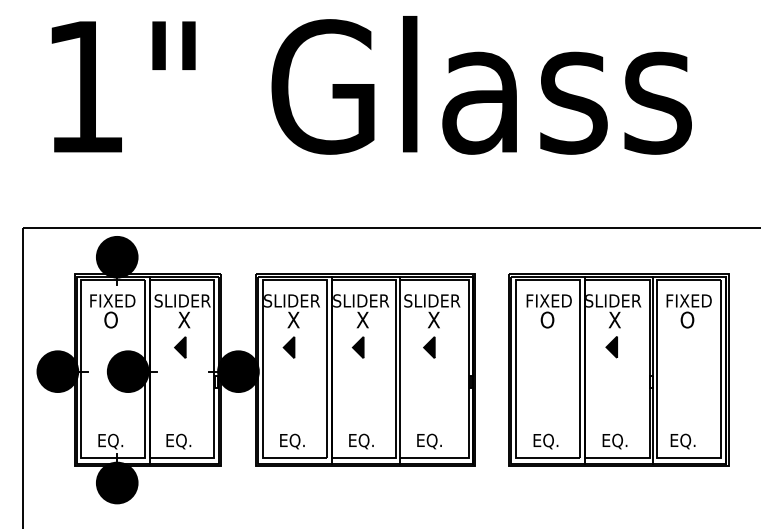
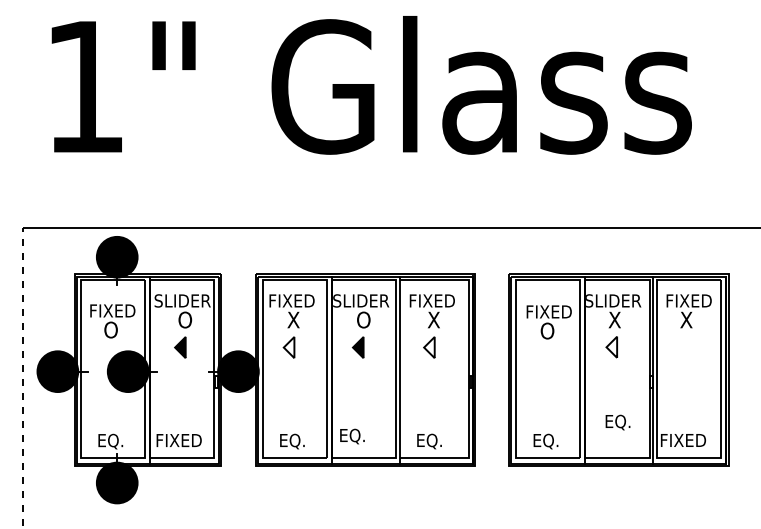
text at (291, 300): SLIDER -> FIXED
text at (432, 300): SLIDER -> FIXED
text at (112, 311) position: (112, 311) -> (112, 321)
text at (548, 311) position: (548, 311) -> (548, 322)
text at (185, 319): X -> O
text at (363, 319): X -> O
text at (687, 319): O -> X
fill at (611, 346): present -> none
fill at (288, 347): present -> none
fill at (429, 347): present -> none
line at (22, 378): solid -> dashed
text at (178, 441): EQ. -> FIXED
text at (361, 441) position: (361, 441) -> (352, 436)
text at (614, 441) position: (614, 441) -> (617, 422)
text at (683, 441): EQ. -> FIXED
